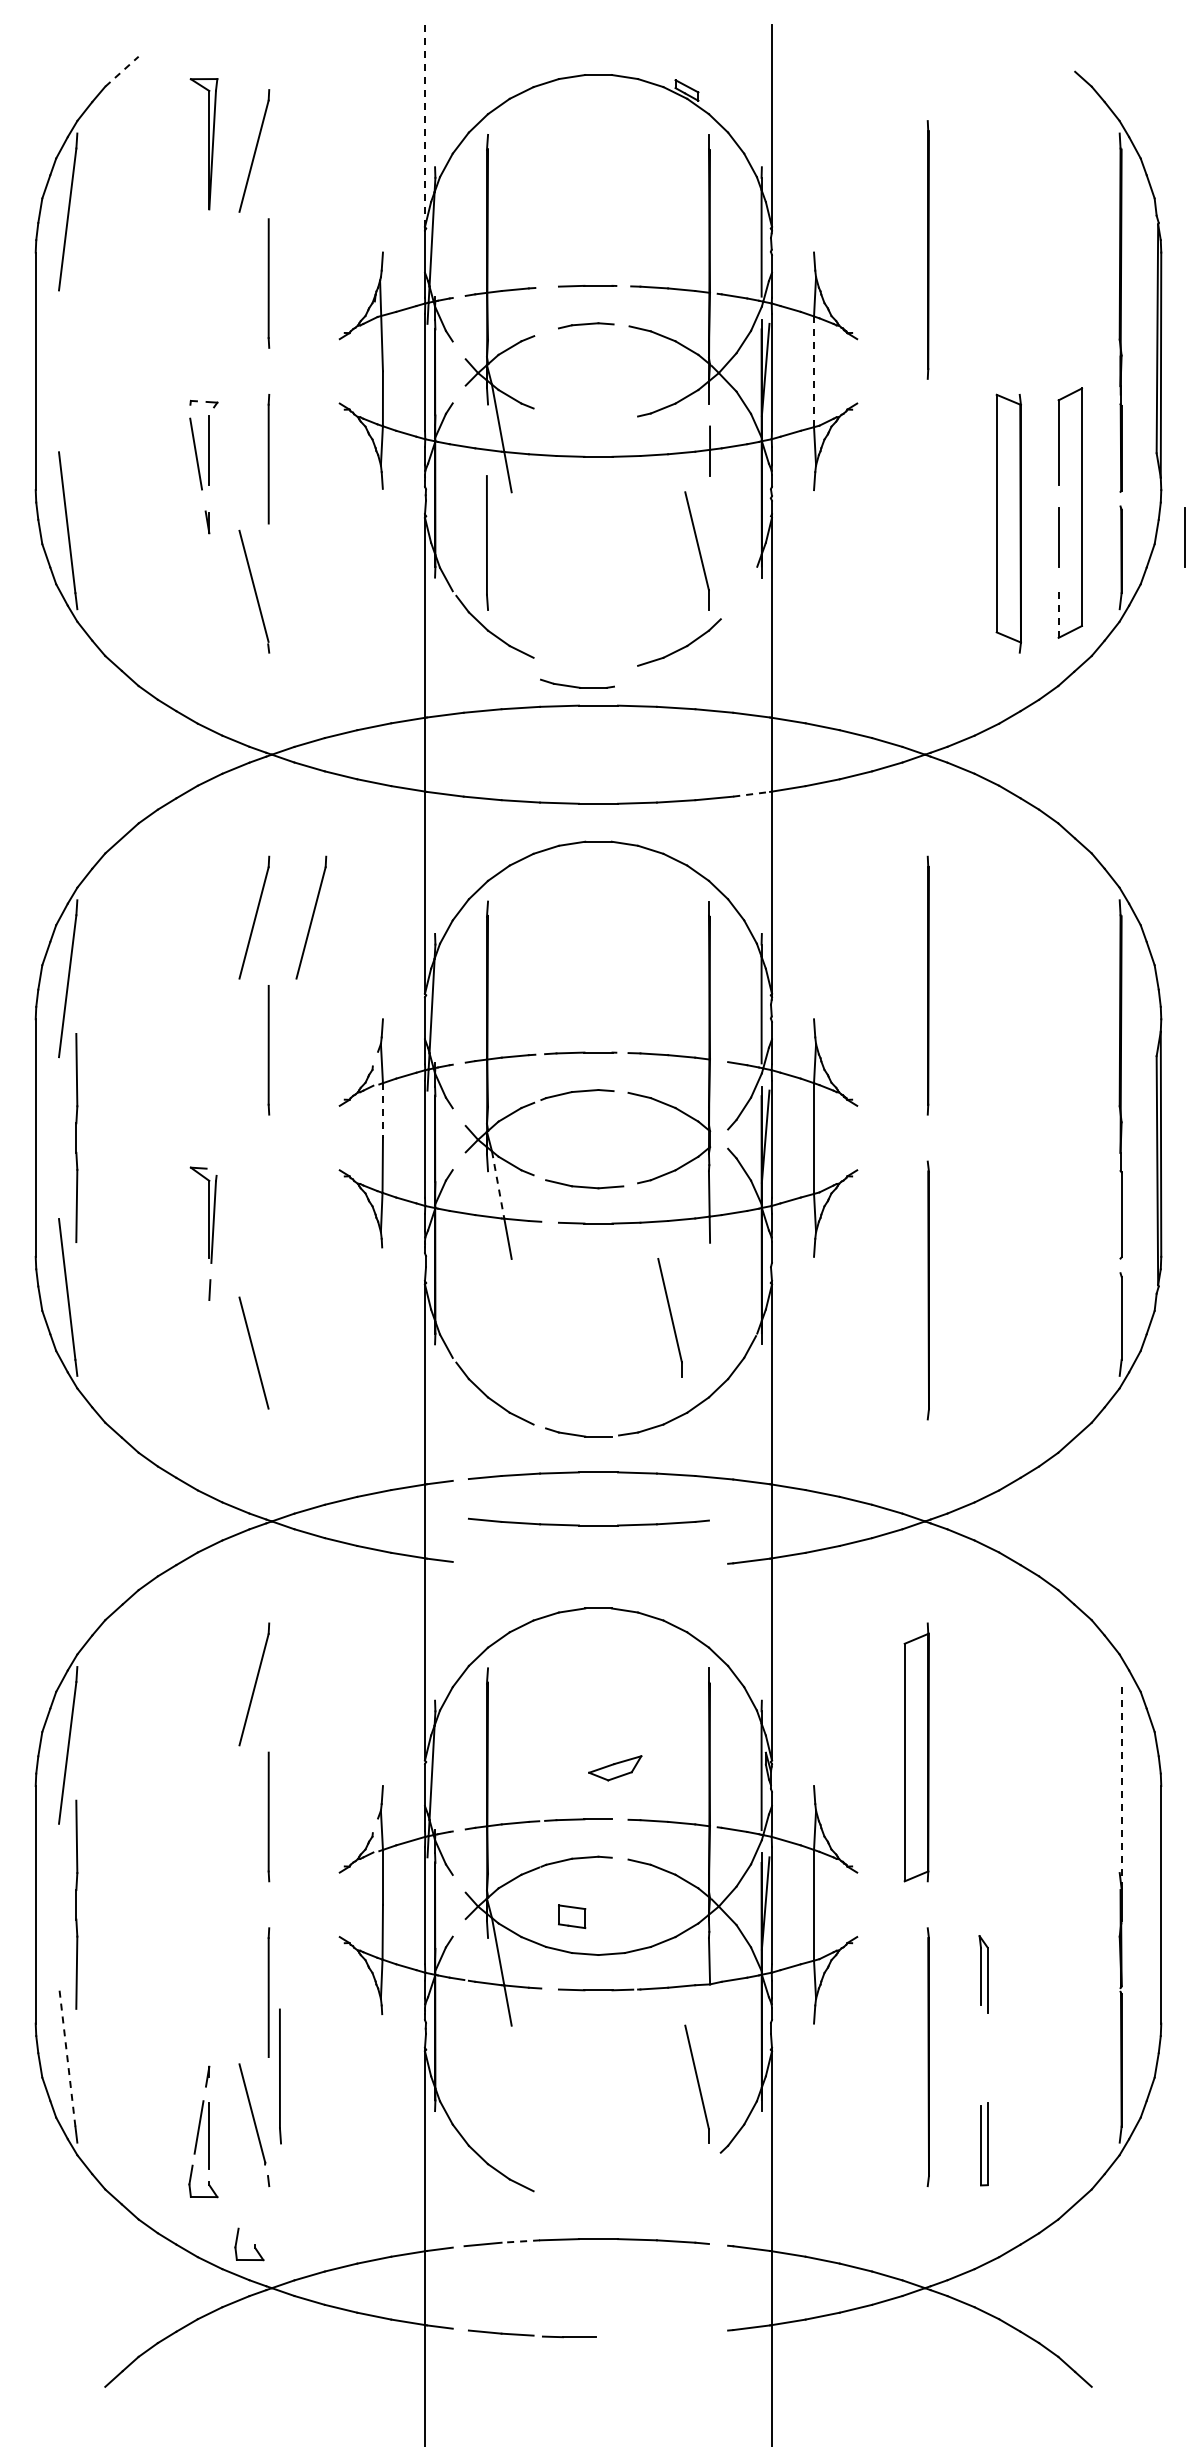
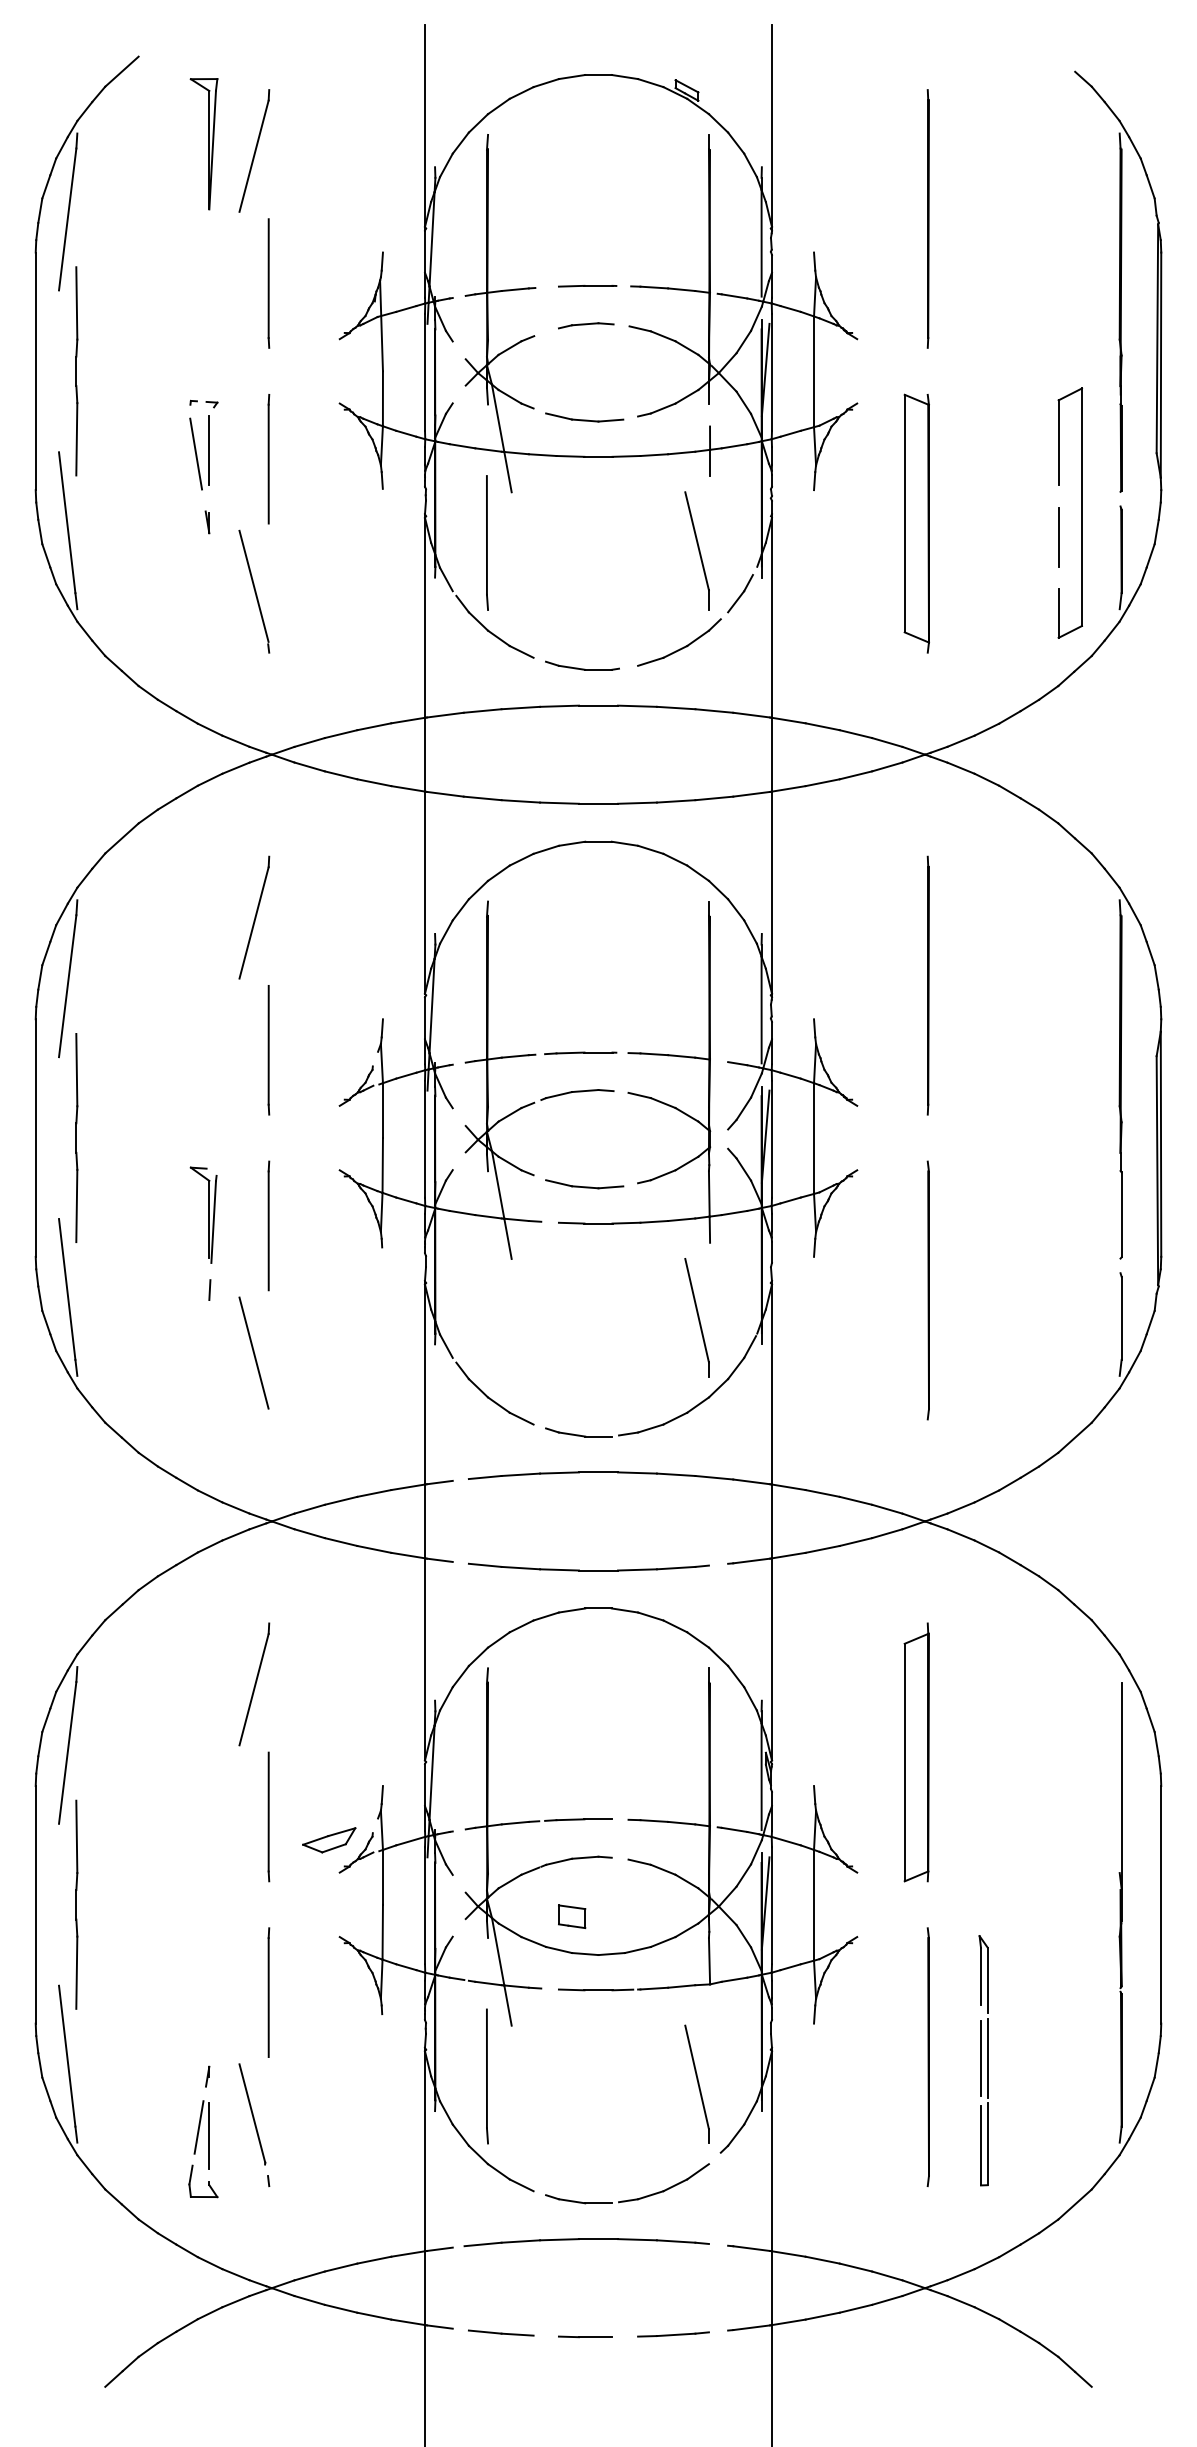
line at (122, 71): dashed -> solid
line at (425, 125): dashed -> solid
line at (927, 249) position: (927, 249) -> (927, 218)
line at (76, 371): none -> present
line at (814, 371): dashed -> solid
part at (584, 417): none -> present
part at (1008, 523) position: (1008, 523) -> (916, 523)
line at (1184, 537): present -> none
part at (740, 593): none -> present
line at (1058, 613): dashed -> solid
part at (577, 683) position: (577, 683) -> (582, 665)
line at (751, 794): dashed -> solid
part at (311, 917): present -> none
line at (382, 1111): dashed -> solid
line at (498, 1185): dashed -> solid
line at (268, 1225): none -> present
part at (669, 1317) position: (669, 1317) -> (696, 1317)
part at (588, 1521) position: (588, 1521) -> (588, 1566)
part at (615, 1768) position: (615, 1768) -> (329, 1840)
line at (1121, 1785): dashed -> solid
line at (67, 2056): dashed -> solid
line at (987, 2057): none -> present
line at (981, 2058): none -> present
line at (280, 2076) position: (280, 2076) -> (487, 2076)
part at (628, 2199): none -> present
line at (520, 2241): dashed -> solid
part at (249, 2244): present -> none
line at (673, 2334): none -> present
part at (569, 2336) position: (569, 2336) -> (585, 2336)
